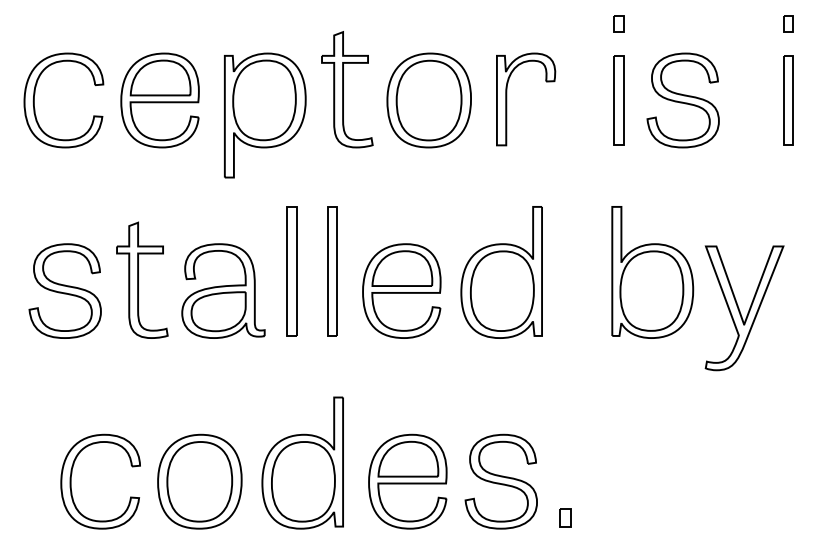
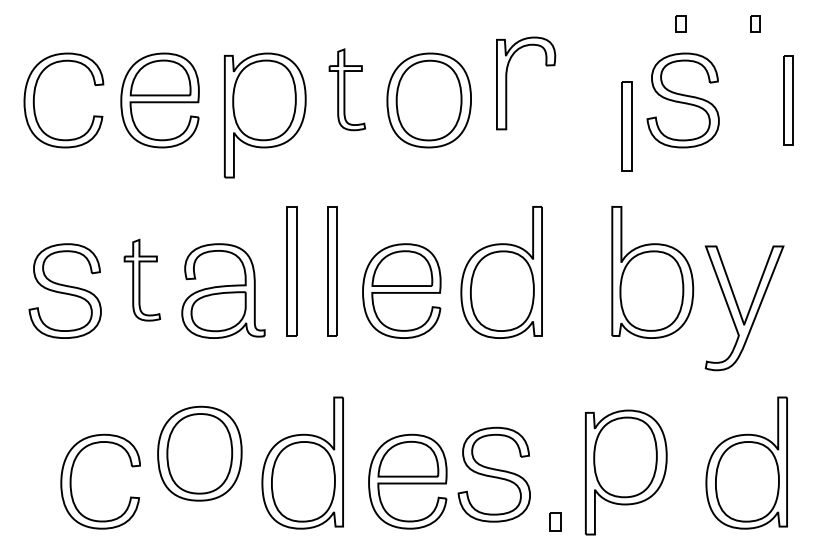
part at (618, 23) position: (618, 23) -> (680, 23)
part at (788, 23) position: (788, 23) -> (755, 23)
part at (347, 89) size: 53x118 px -> 38x84 px
part at (507, 99) position: (507, 99) -> (507, 83)
part at (618, 100) position: (618, 100) -> (626, 126)
part at (142, 279) size: 53x118 px -> 39x84 px
part at (746, 462): none -> present
part at (626, 472): none -> present
part at (199, 481) position: (199, 481) -> (199, 453)
part at (500, 481) position: (500, 481) -> (493, 474)
part at (565, 517) position: (565, 517) -> (555, 521)
